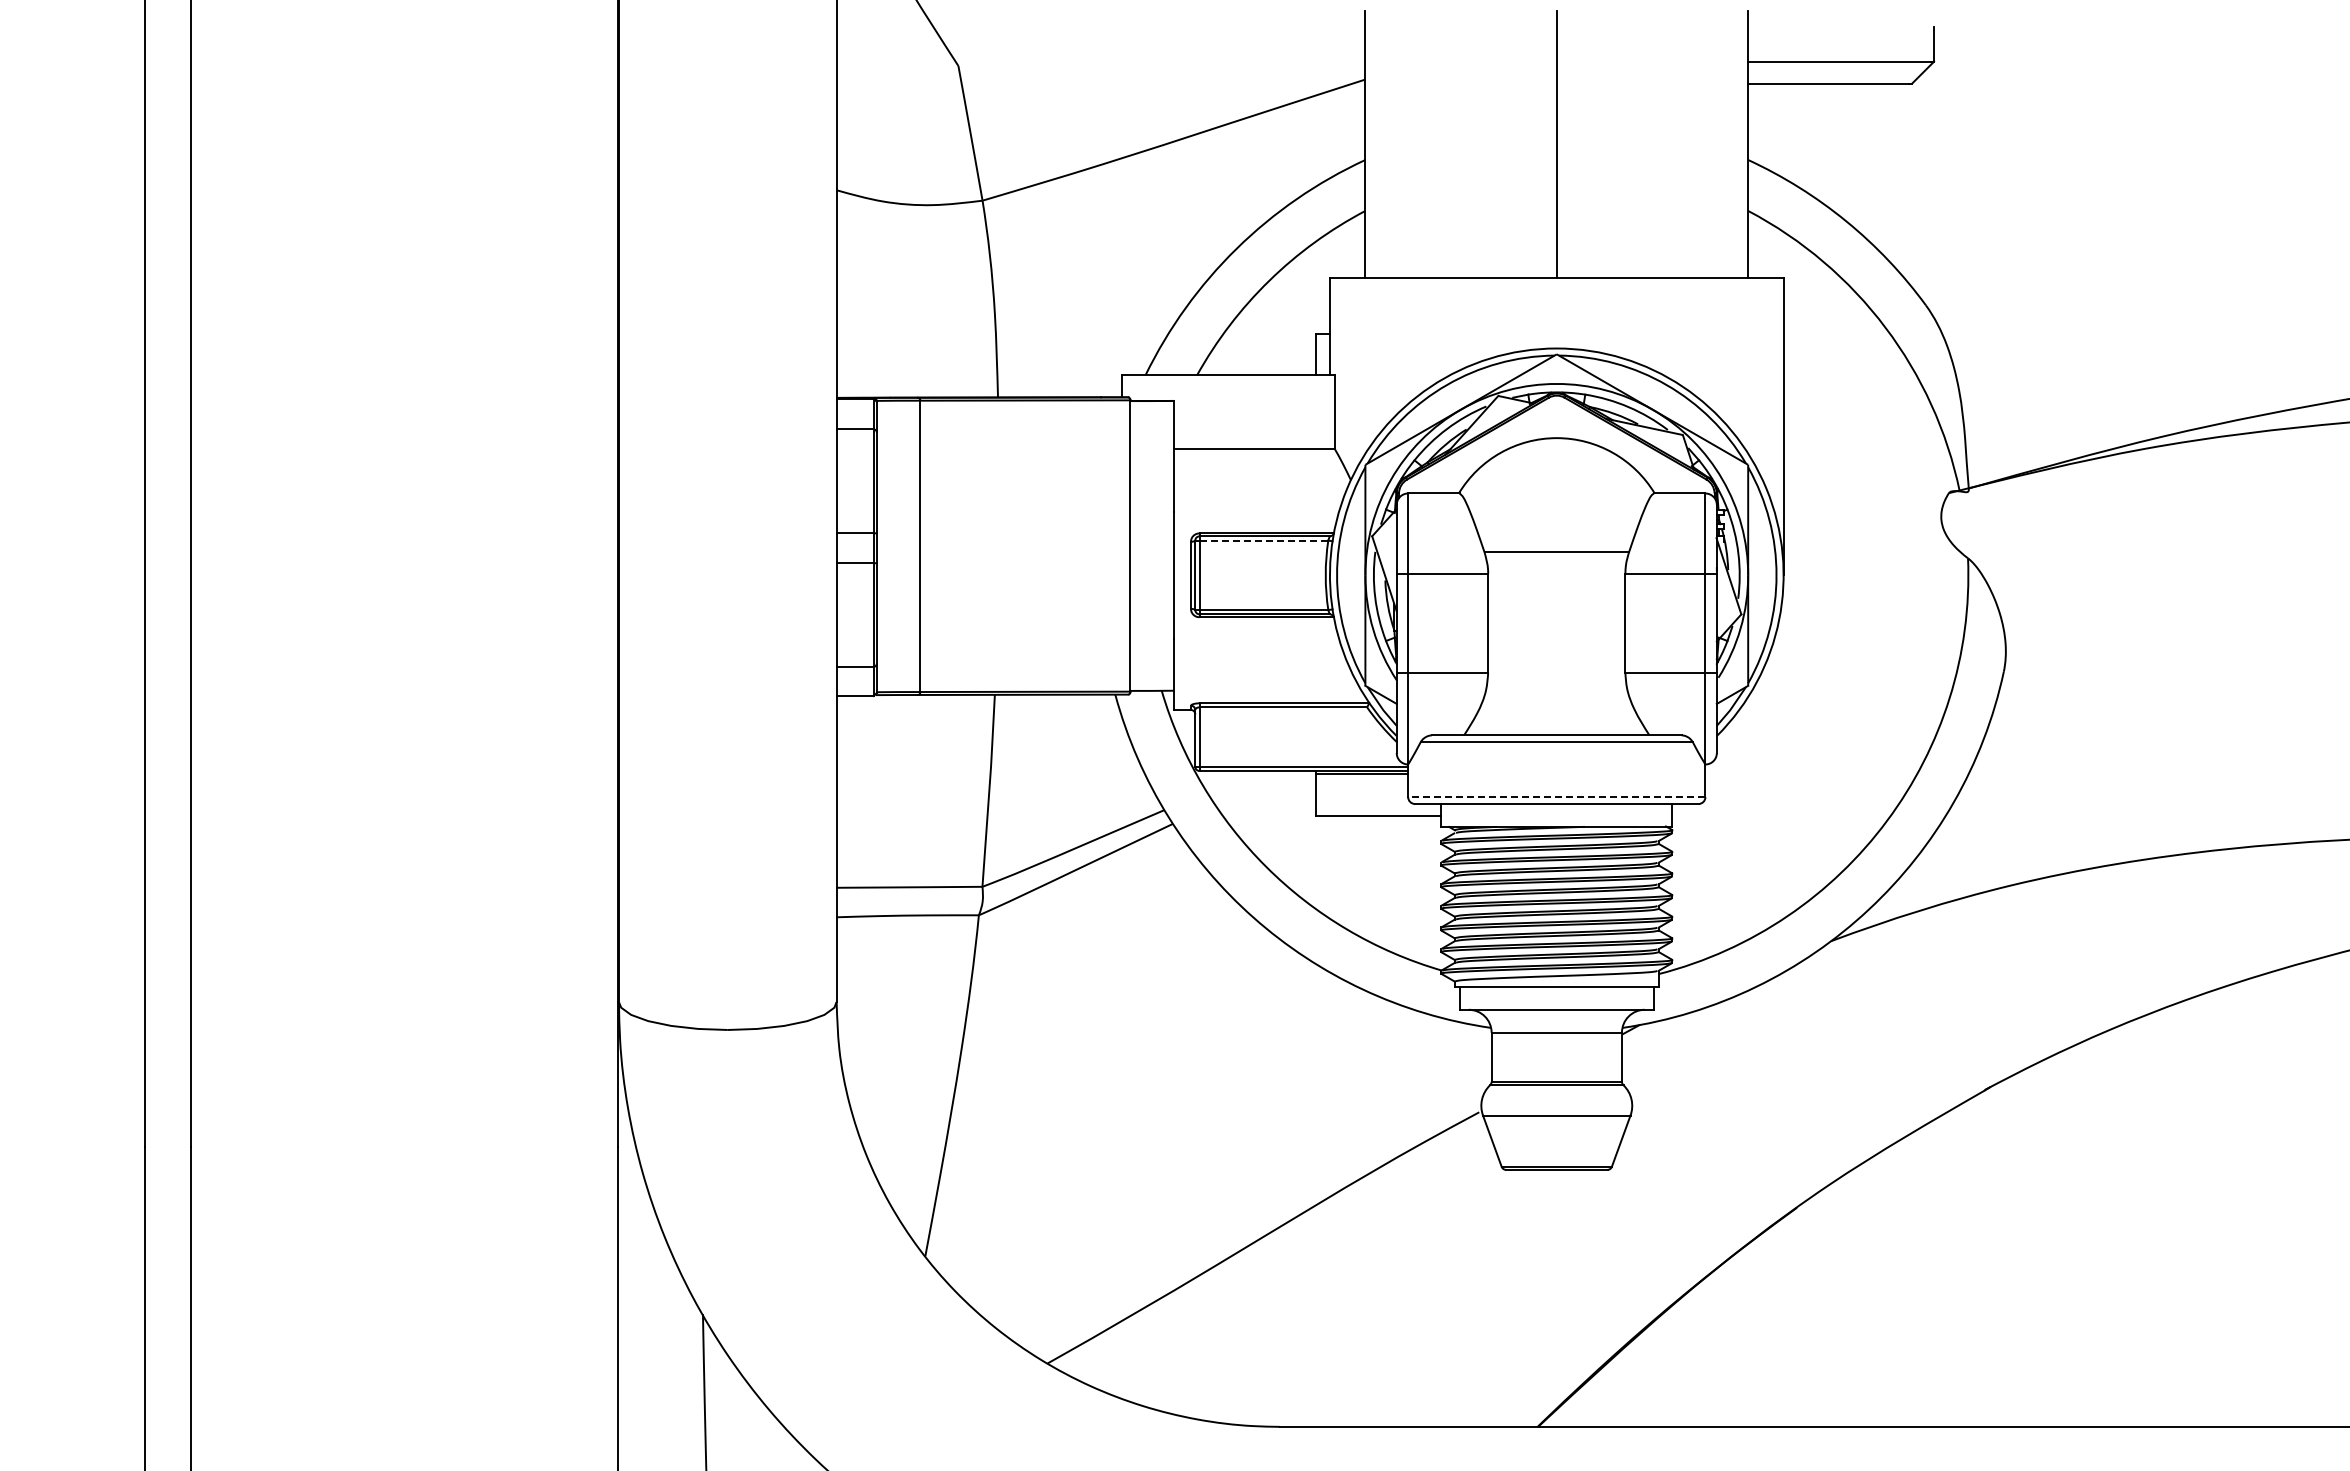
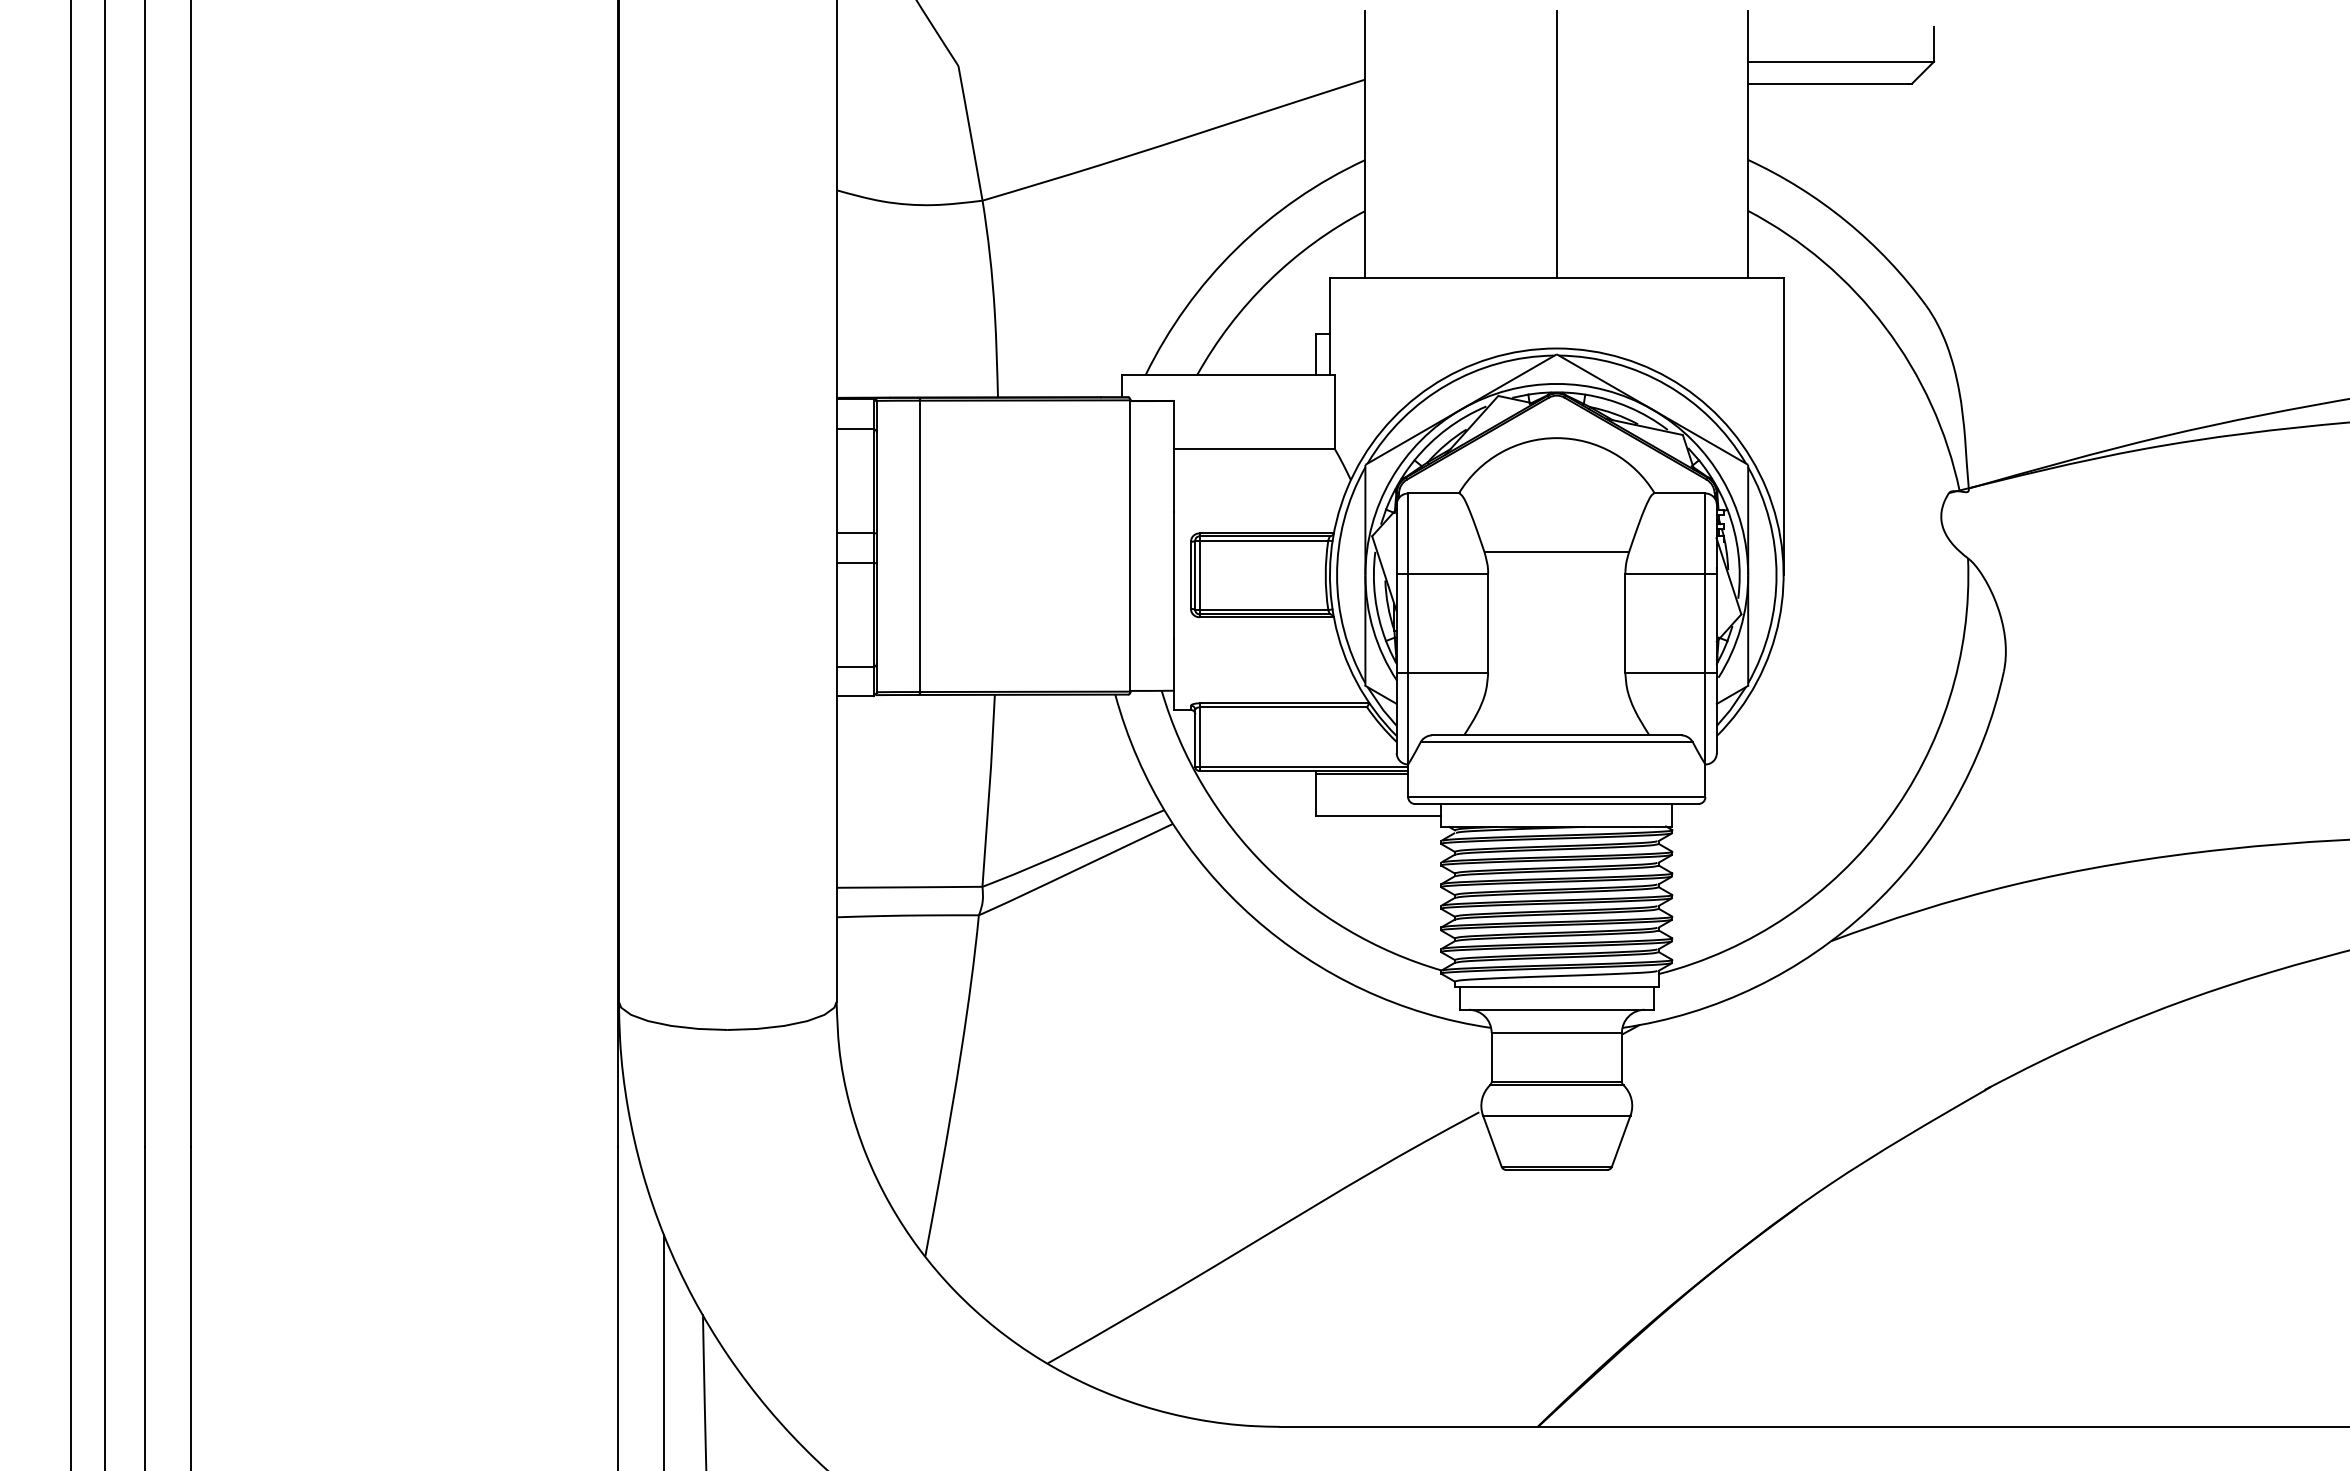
line at (1263, 540): dashed -> solid
line at (70, 734): none -> present
line at (104, 734): none -> present
line at (1556, 797): dashed -> solid
line at (664, 1351): none -> present
